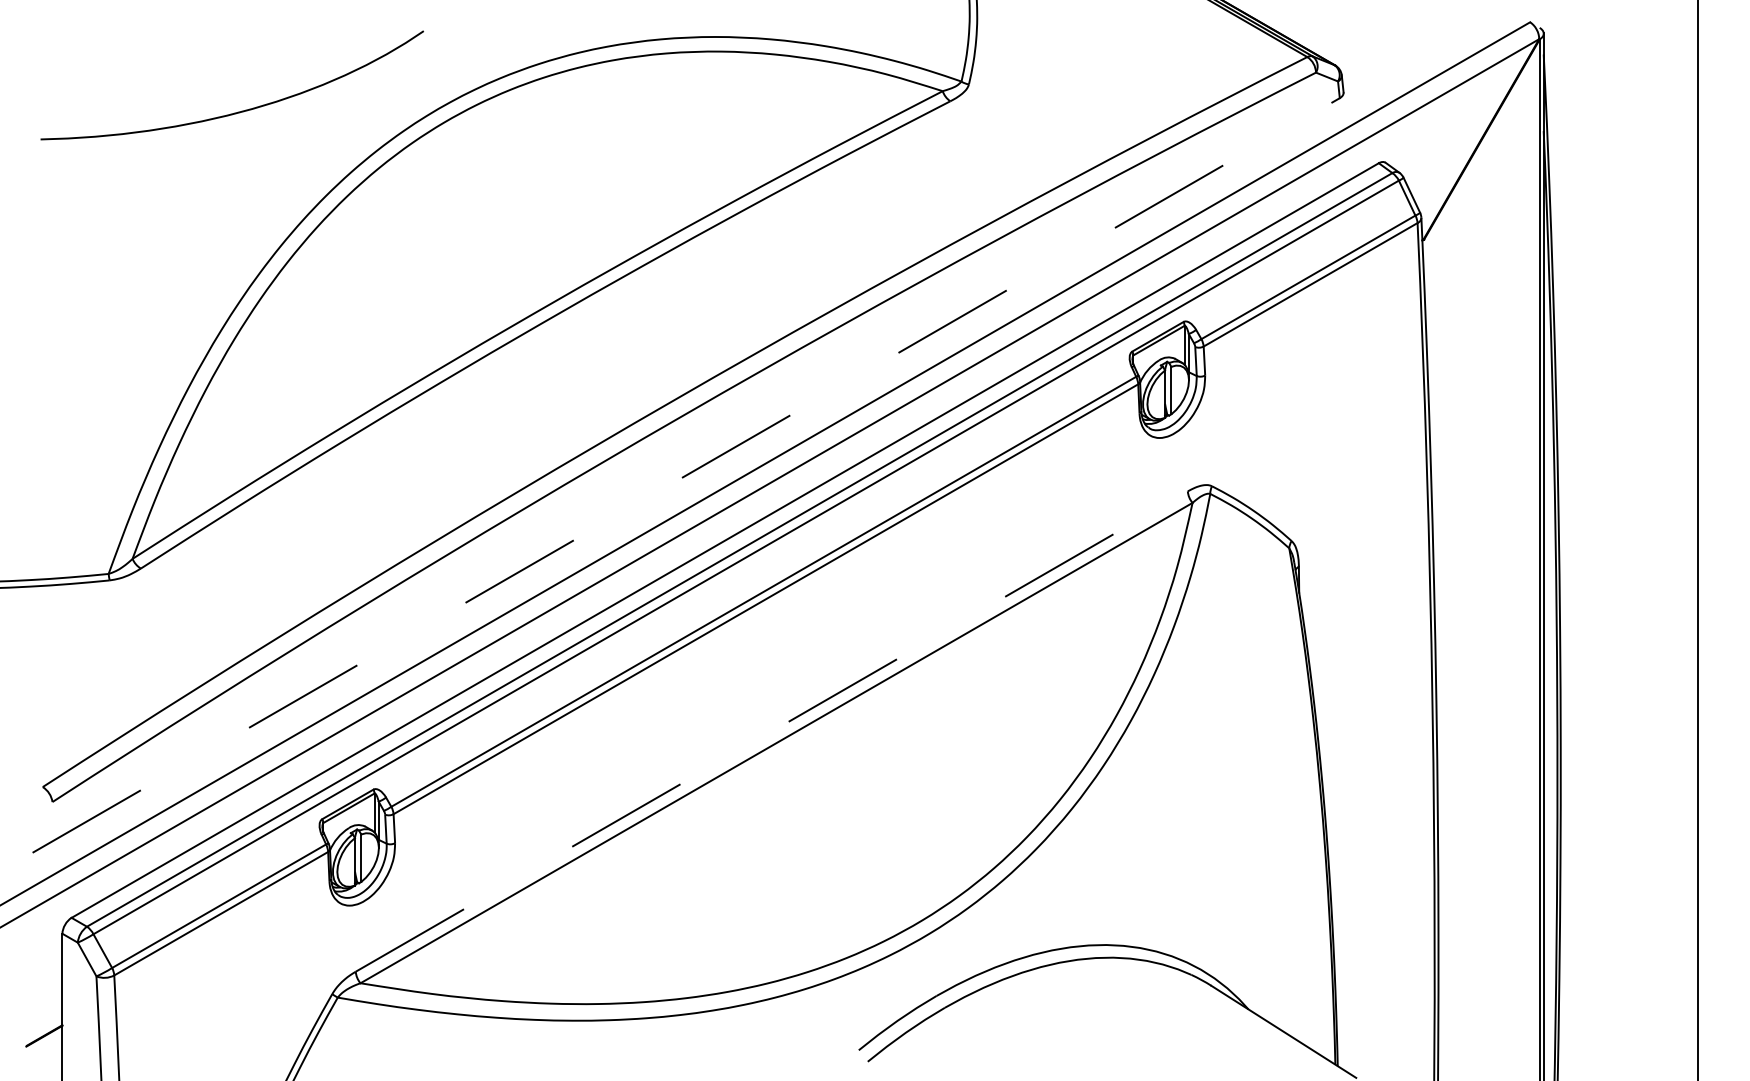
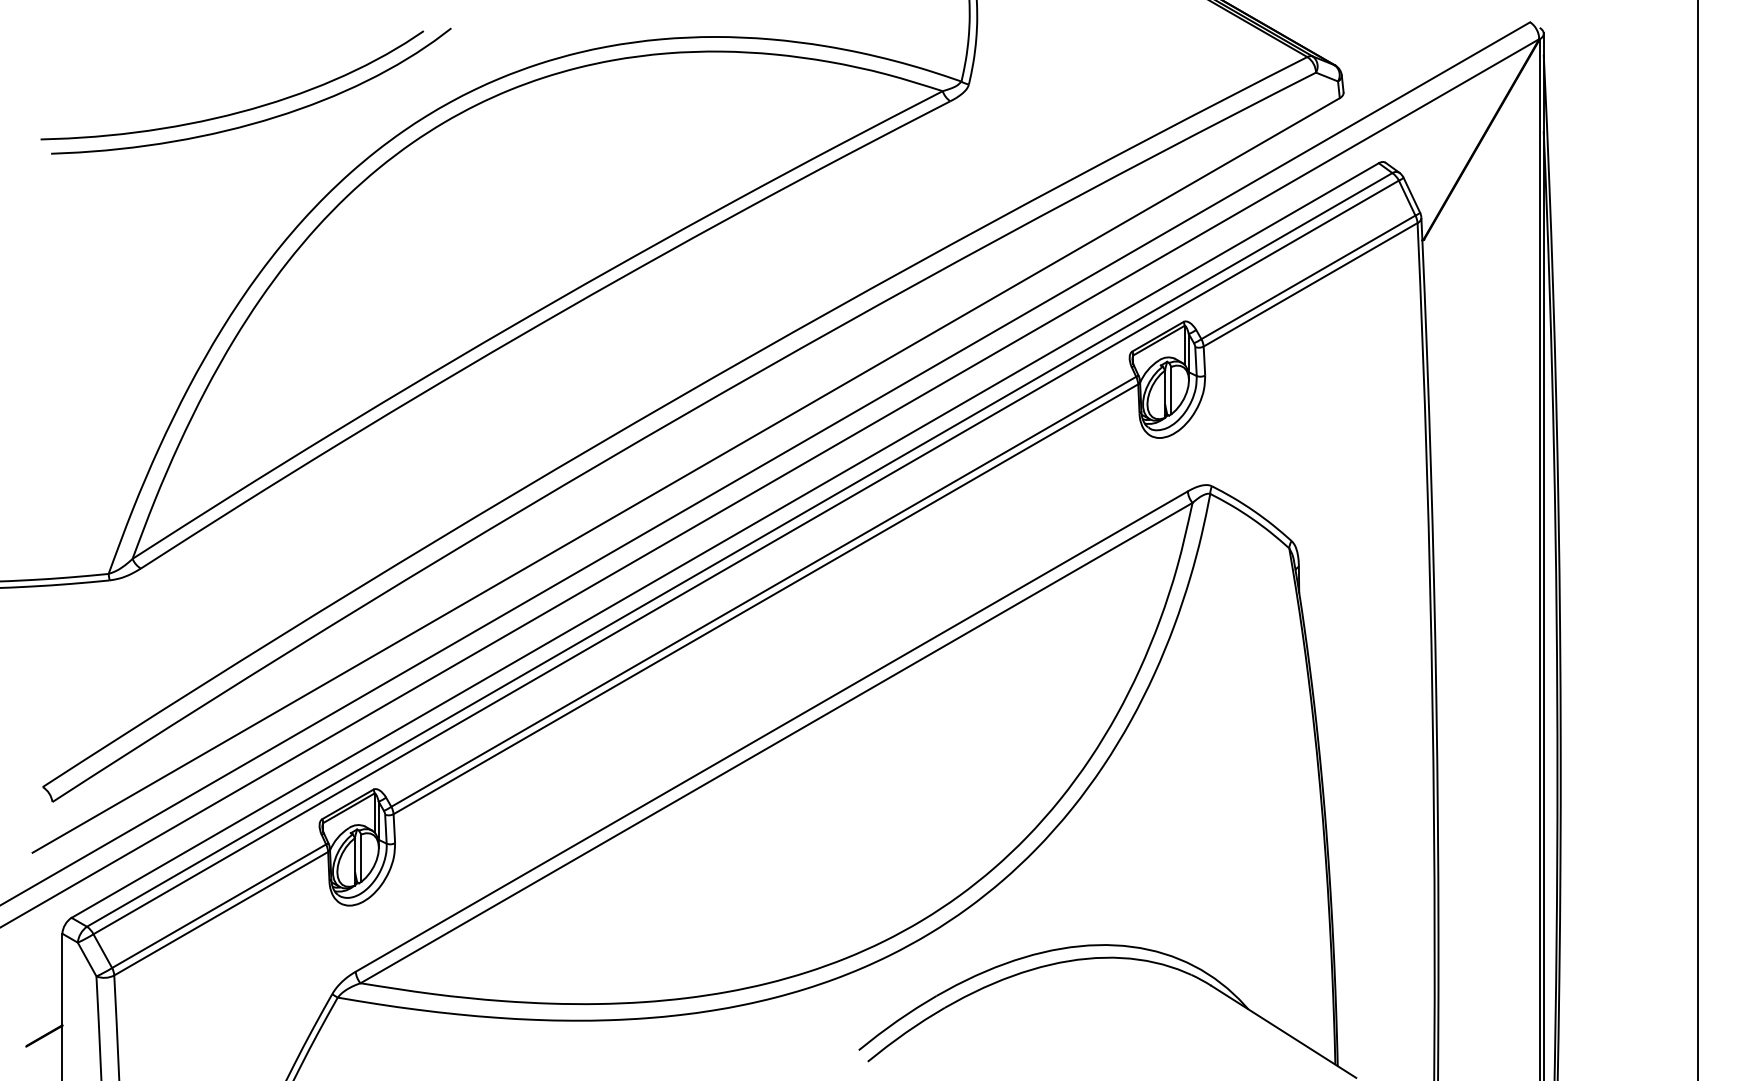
curve at (260, 120): none -> present
line at (686, 475): dashed -> solid
line at (772, 731): dashed -> solid
